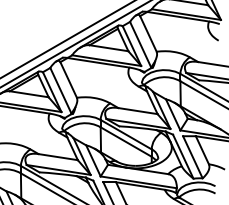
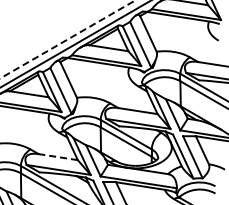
line at (67, 39): solid -> dashed
line at (58, 157): solid -> dashed
